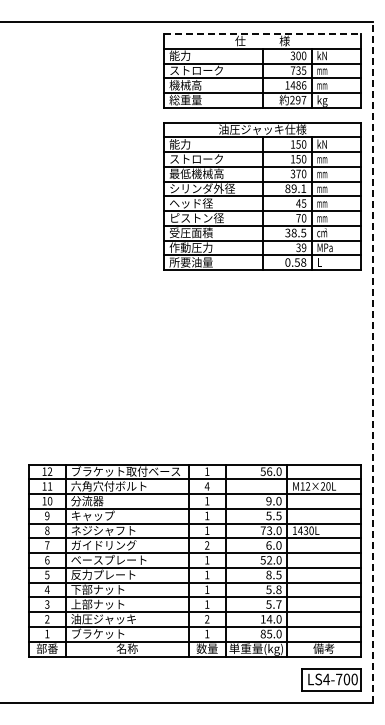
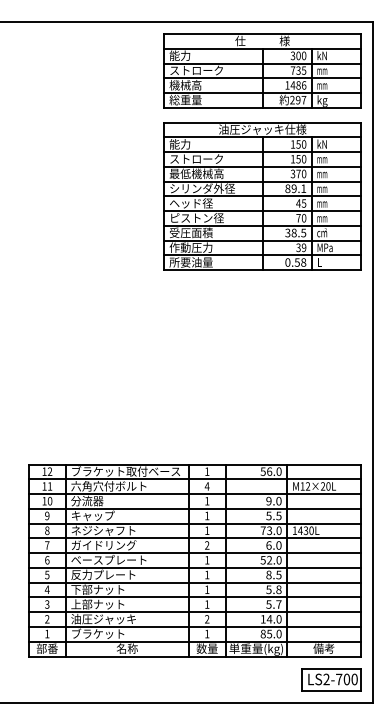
line at (263, 34): dashed -> solid
line at (373, 362): dashed -> solid
text at (326, 679): LS4-700 -> LS2-700
